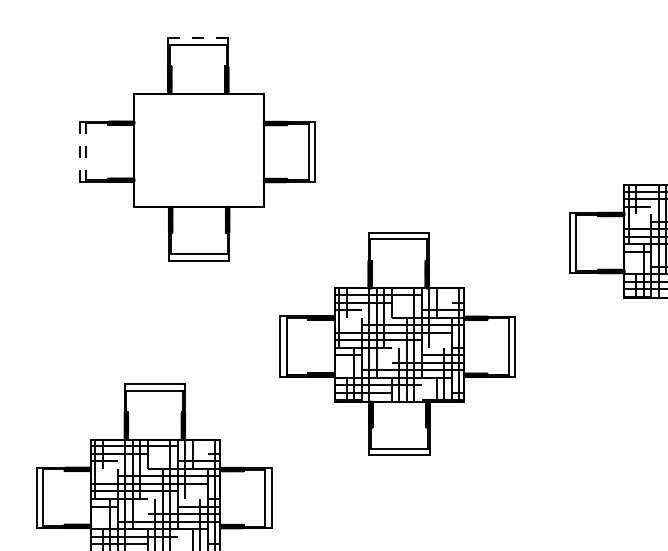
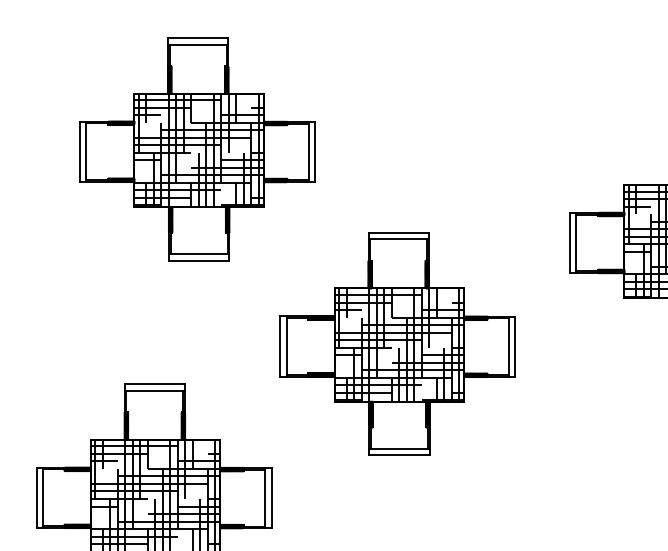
line at (197, 38): dashed -> solid
hatch at (198, 150): none -> present
line at (80, 152): dashed -> solid
line at (86, 152): dashed -> solid
